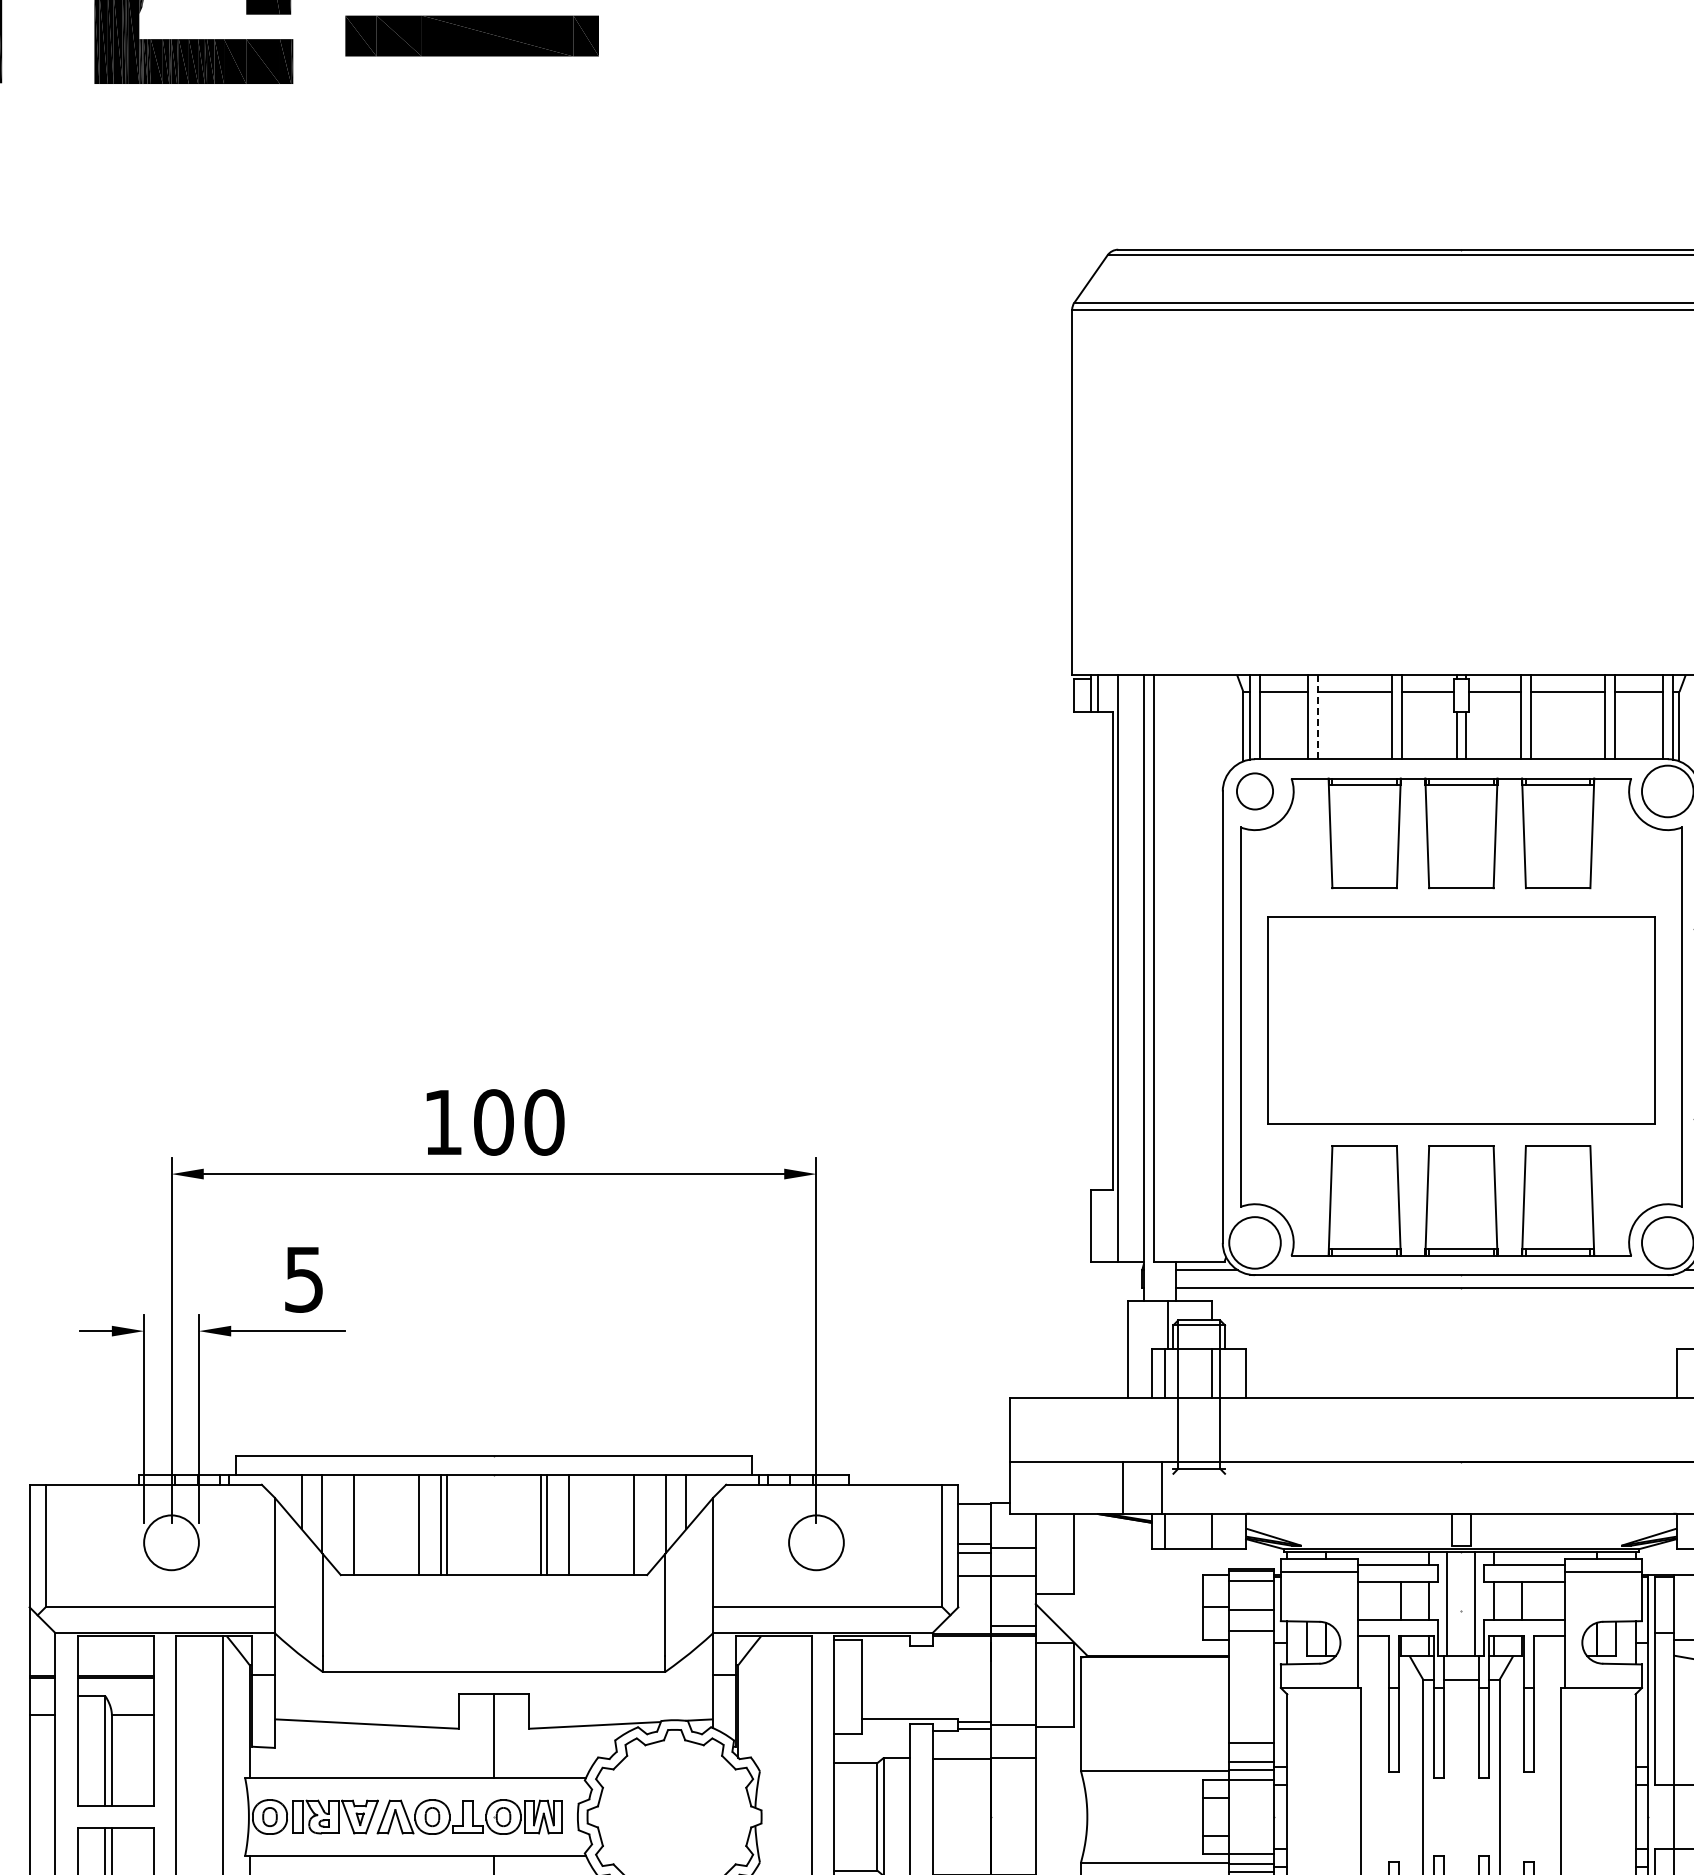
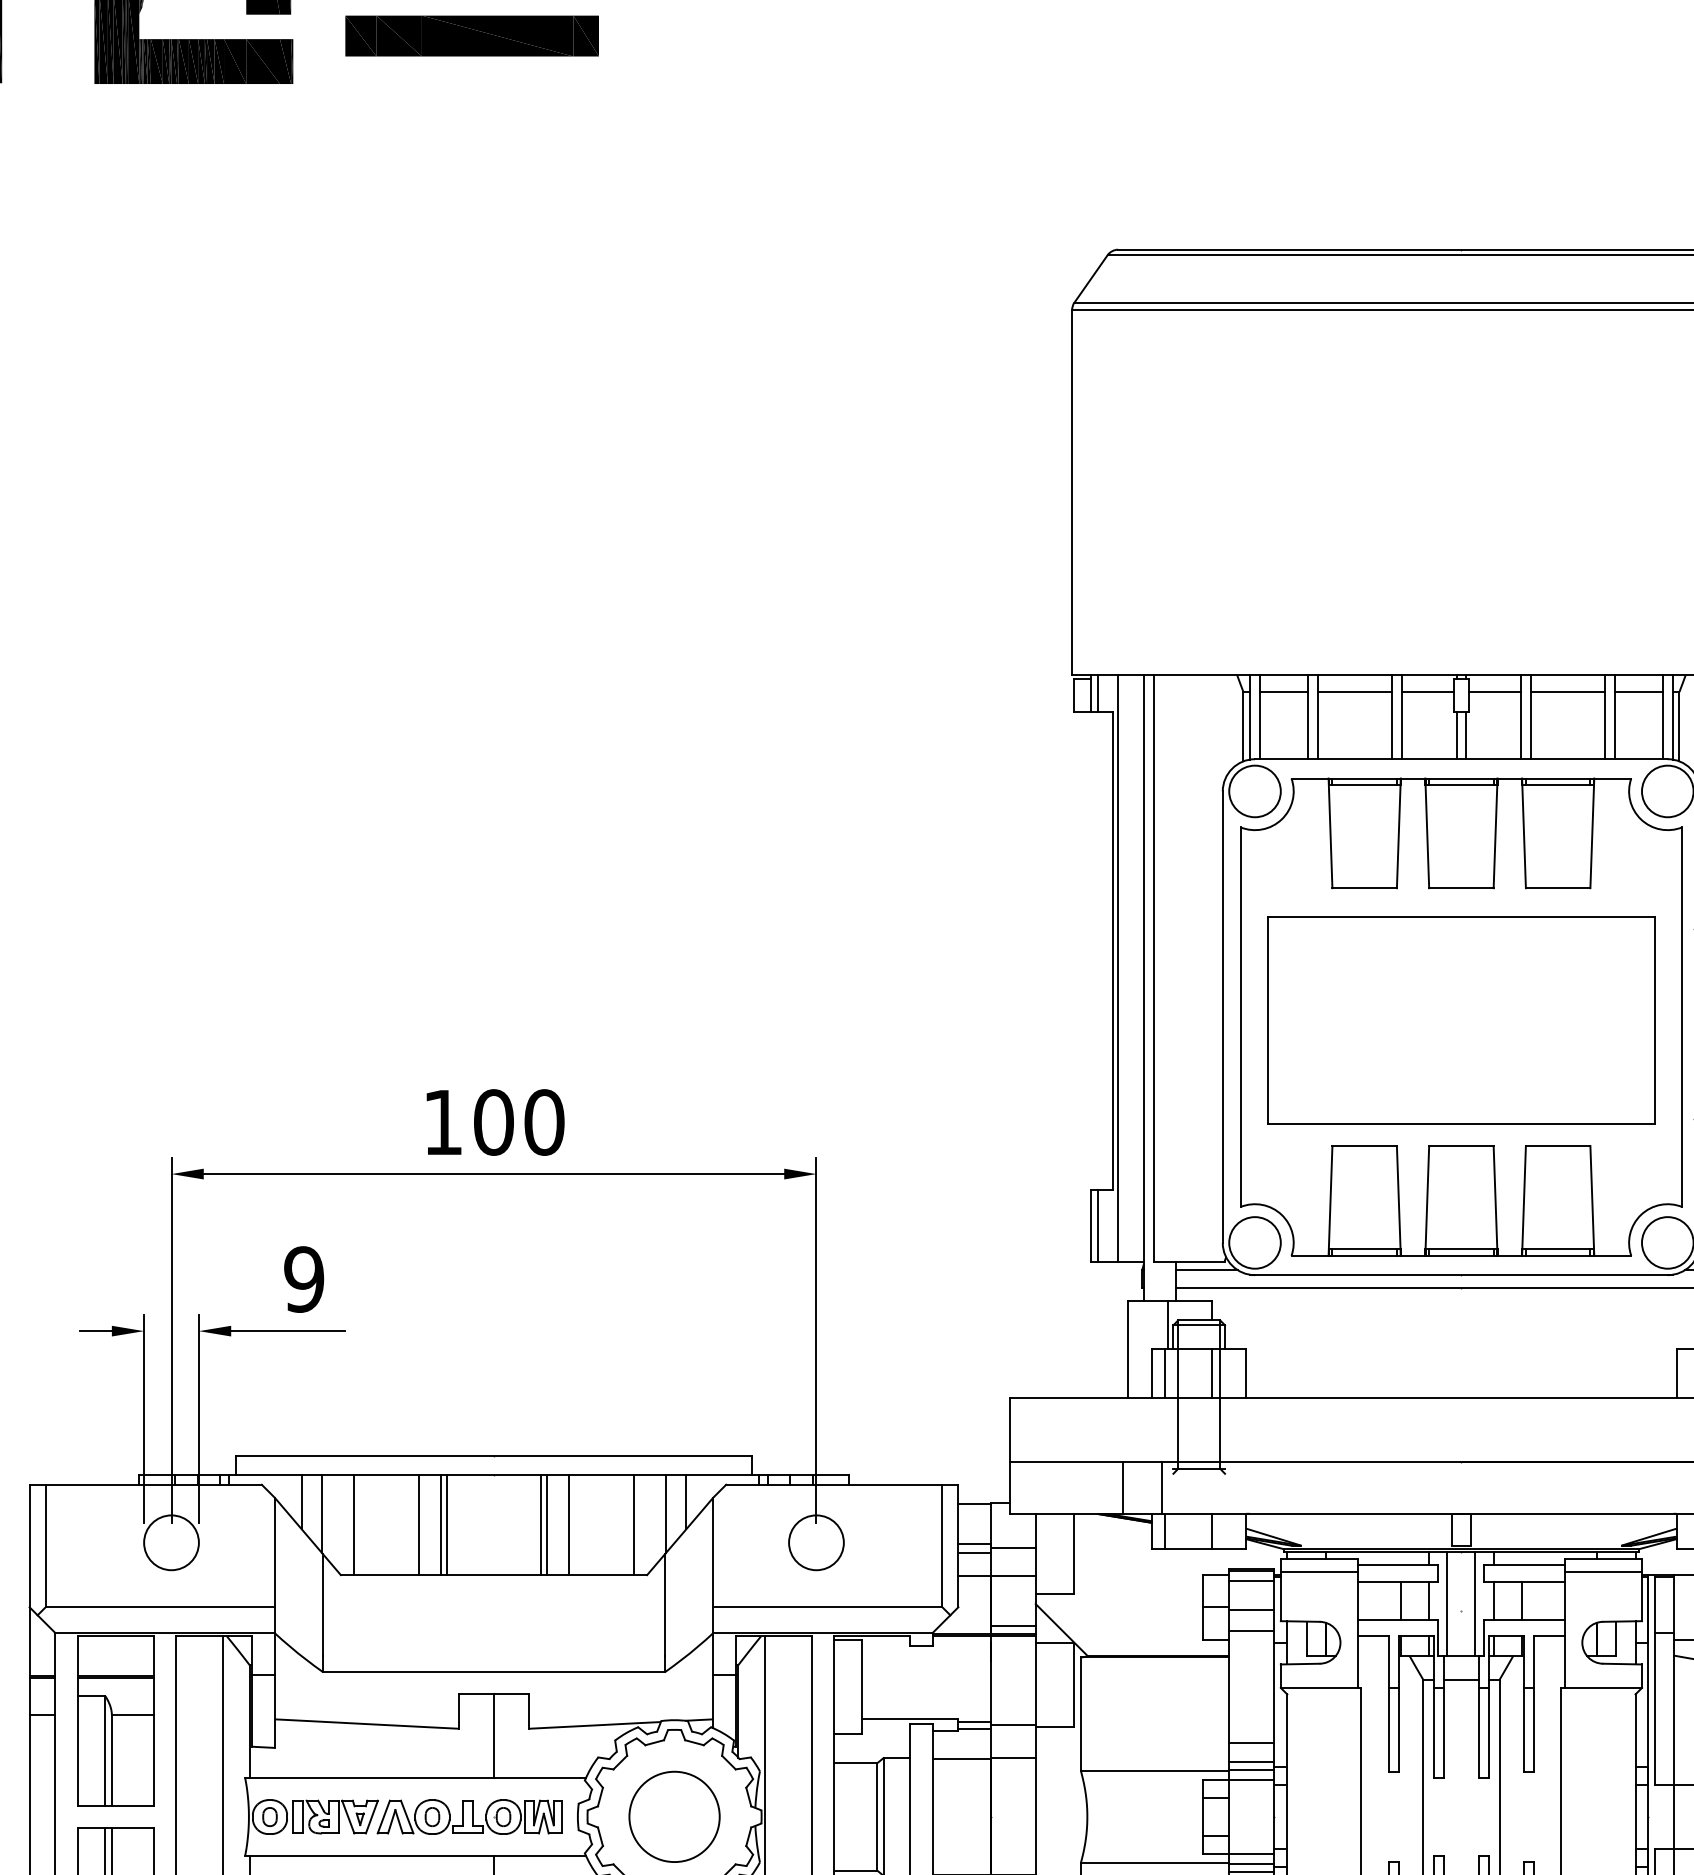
line at (1317, 717): dashed -> solid
circle at (1254, 791) diameter: 36 px -> 52 px
line at (1097, 1225): none -> present
text at (304, 1279): 5 -> 9
line at (764, 1753): none -> present
circle at (674, 1816): none -> present
